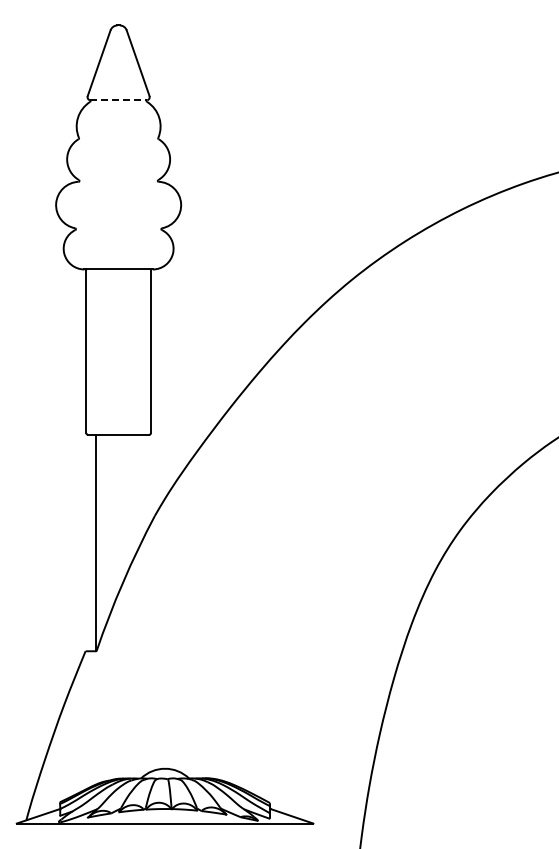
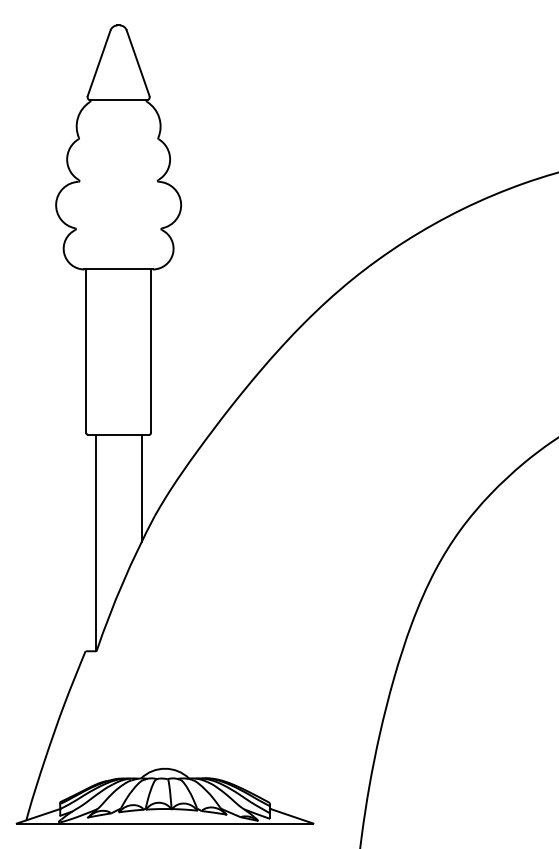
line at (118, 100): dashed -> solid
line at (141, 488): none -> present
